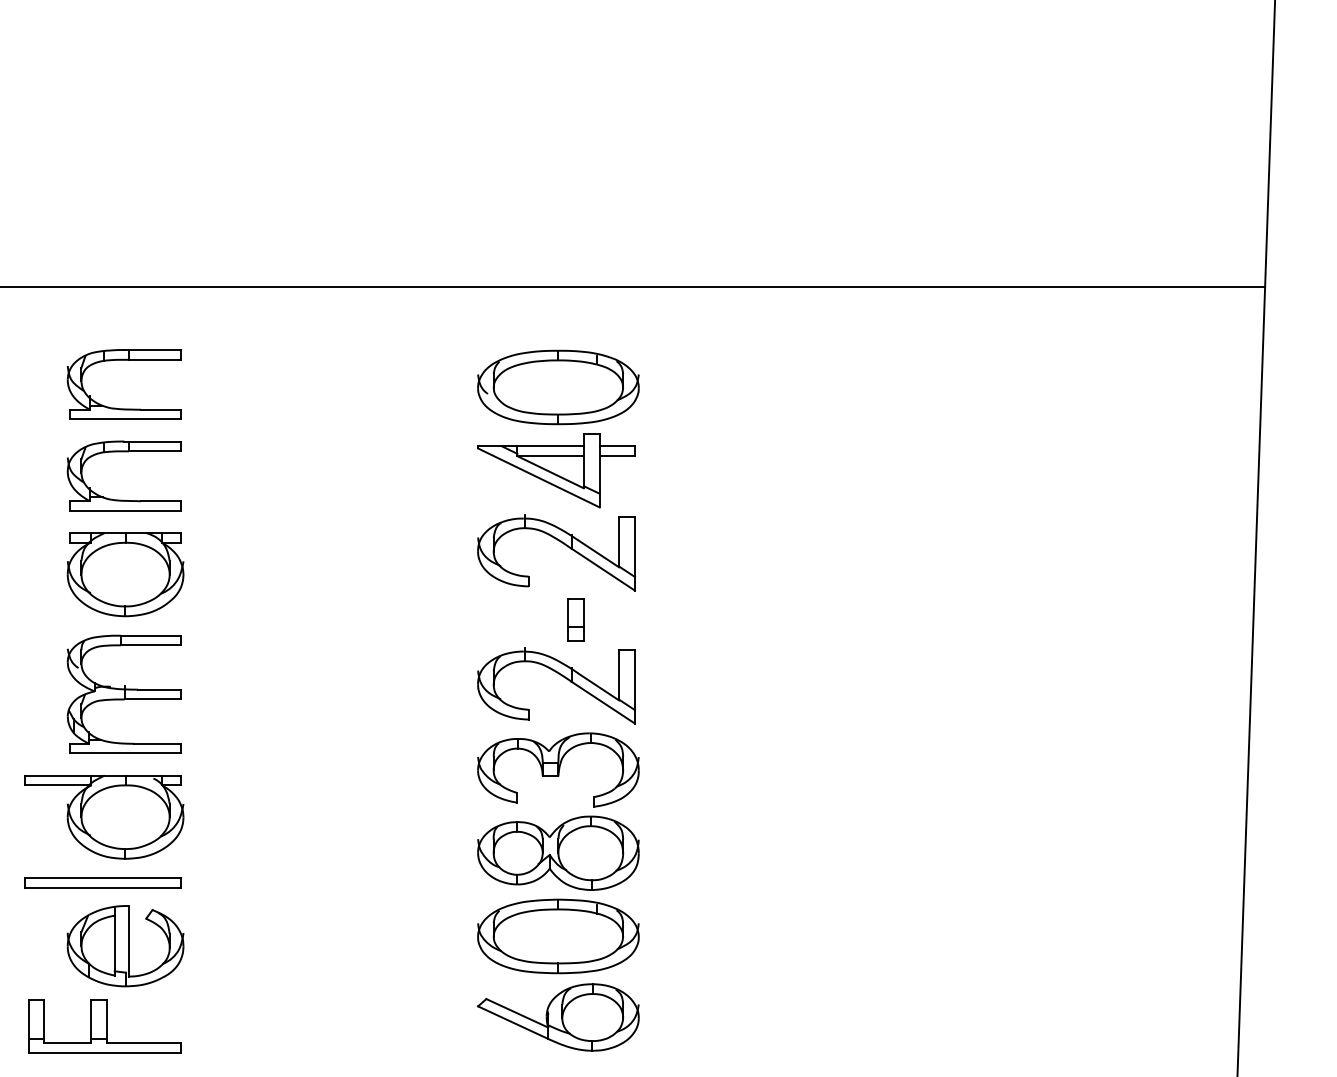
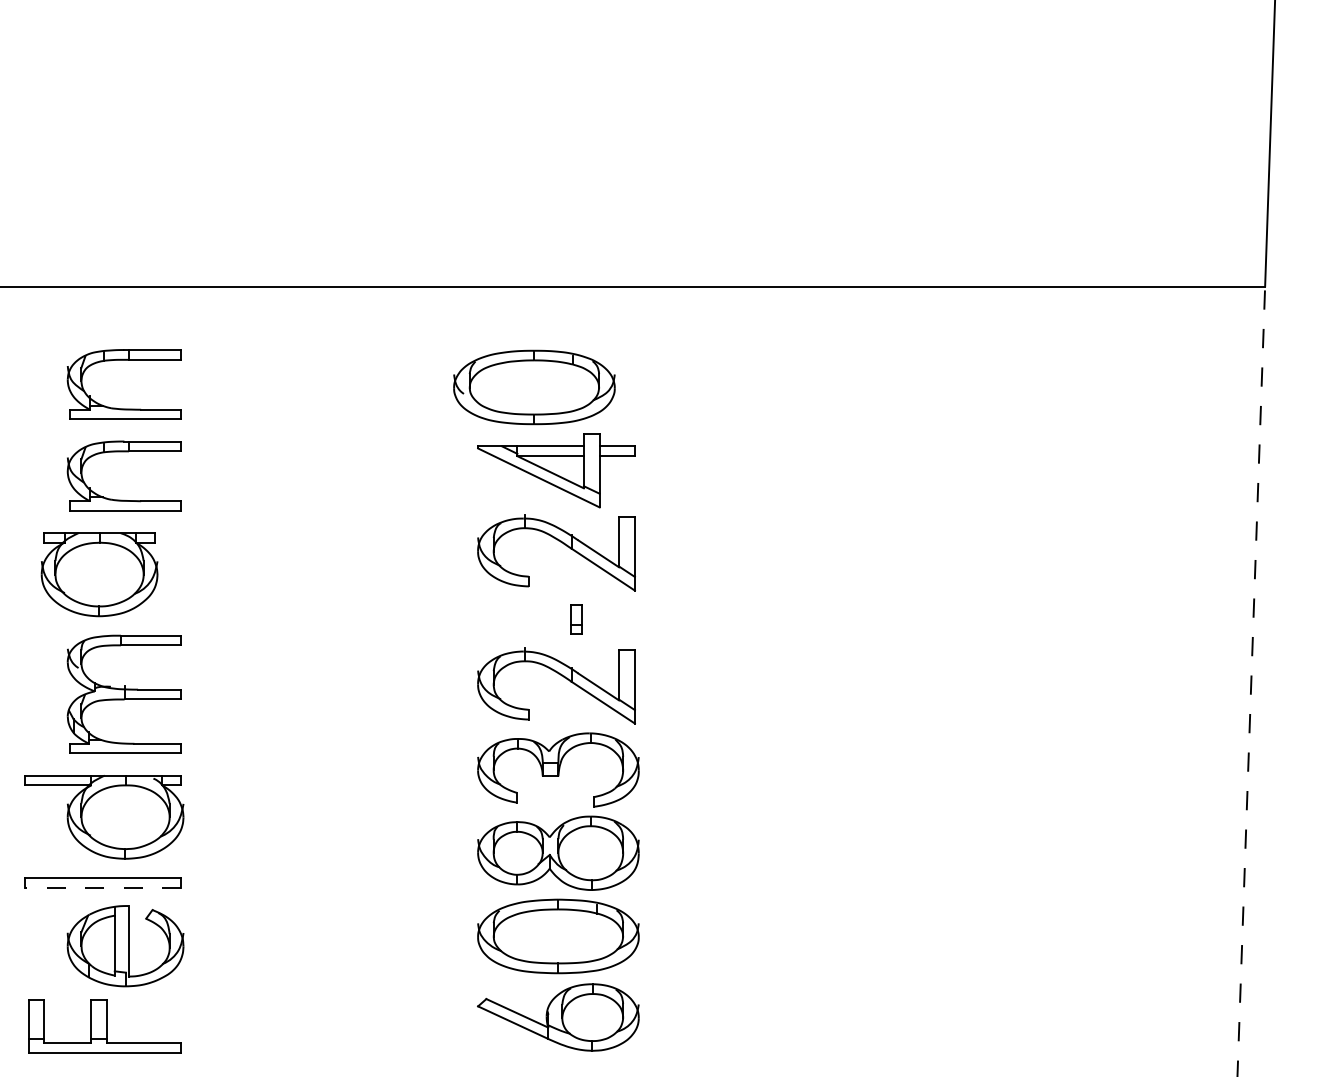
part at (558, 387) position: (558, 387) -> (534, 387)
part at (125, 574) position: (125, 574) -> (99, 574)
part at (575, 619) size: 18x44 px -> 13x31 px
line at (1251, 681): solid -> dashed
line at (102, 887): solid -> dashed
